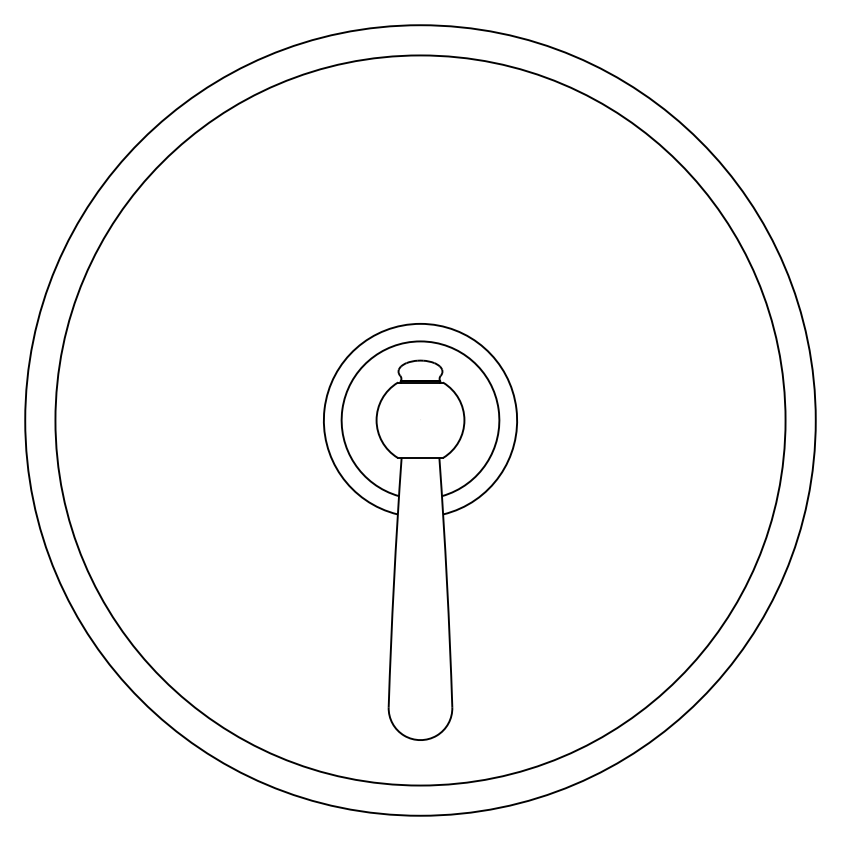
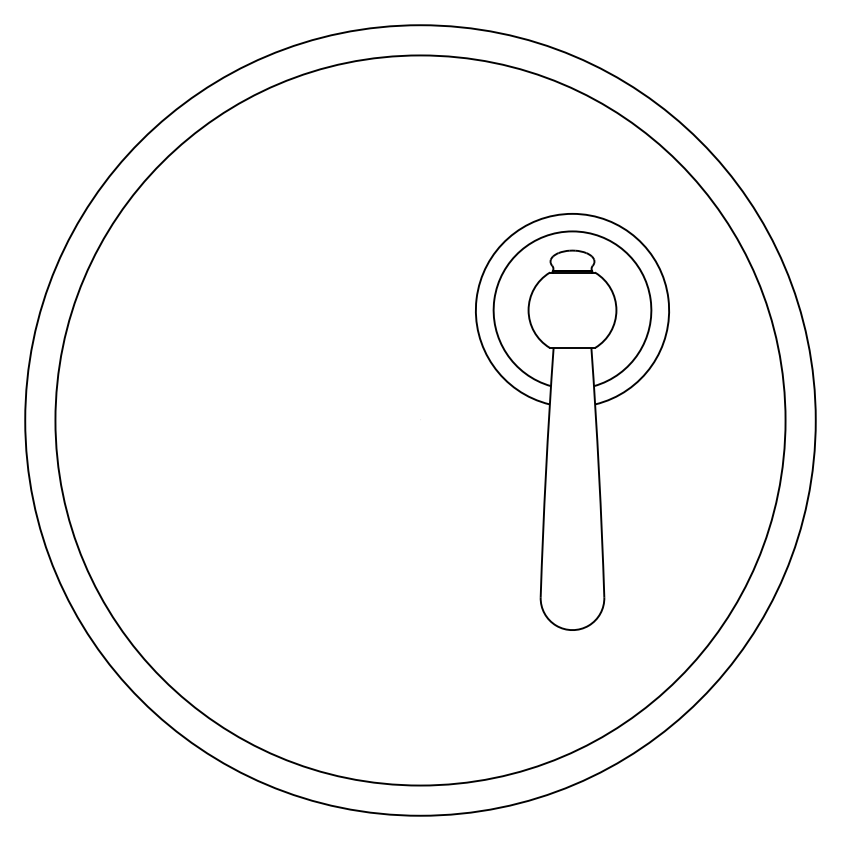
part at (420, 531) position: (420, 531) -> (572, 421)
